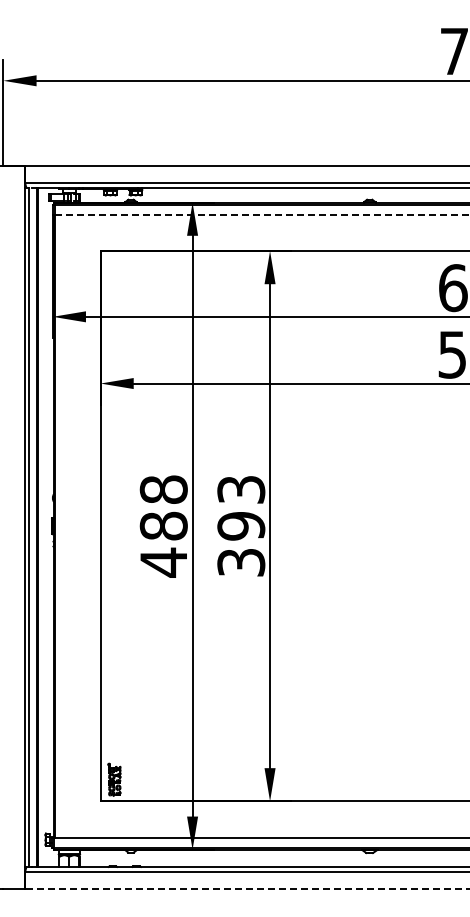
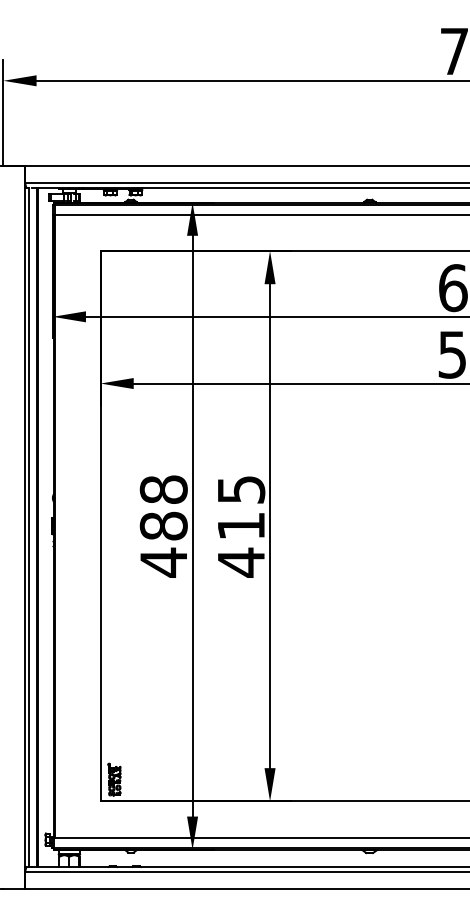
line at (262, 214): dashed -> solid
text at (241, 526): 393 -> 415
line at (247, 889): dashed -> solid
